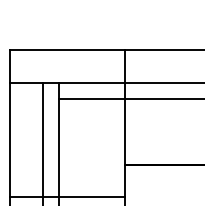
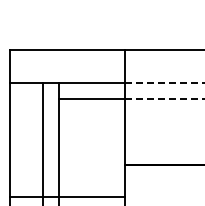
line at (164, 82): solid -> dashed
line at (164, 98): solid -> dashed
